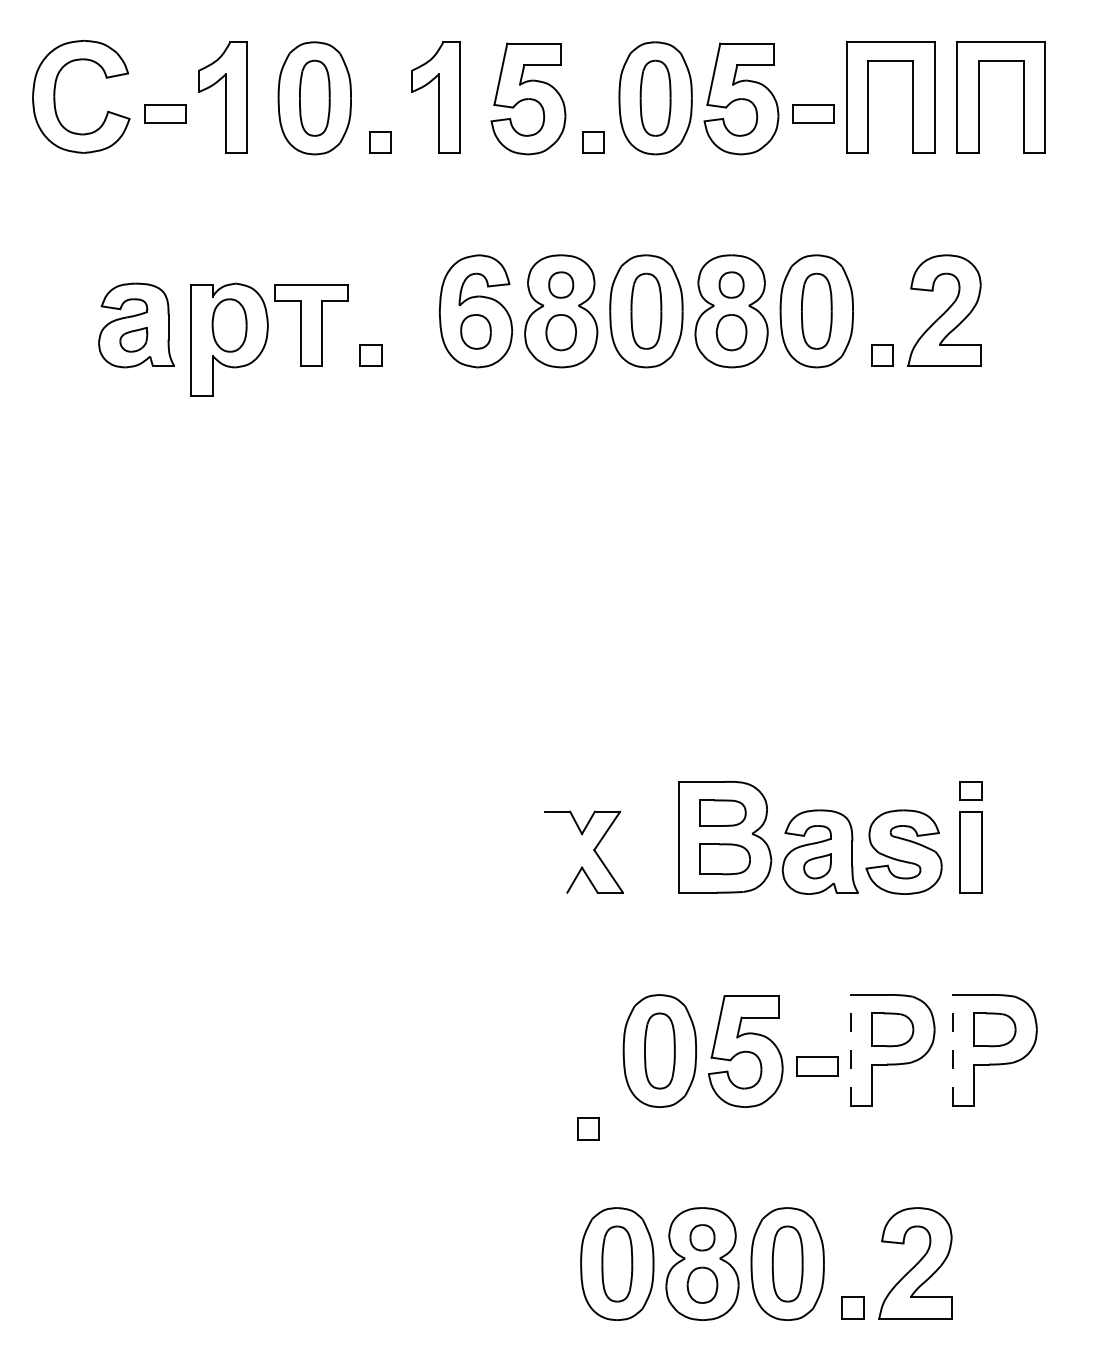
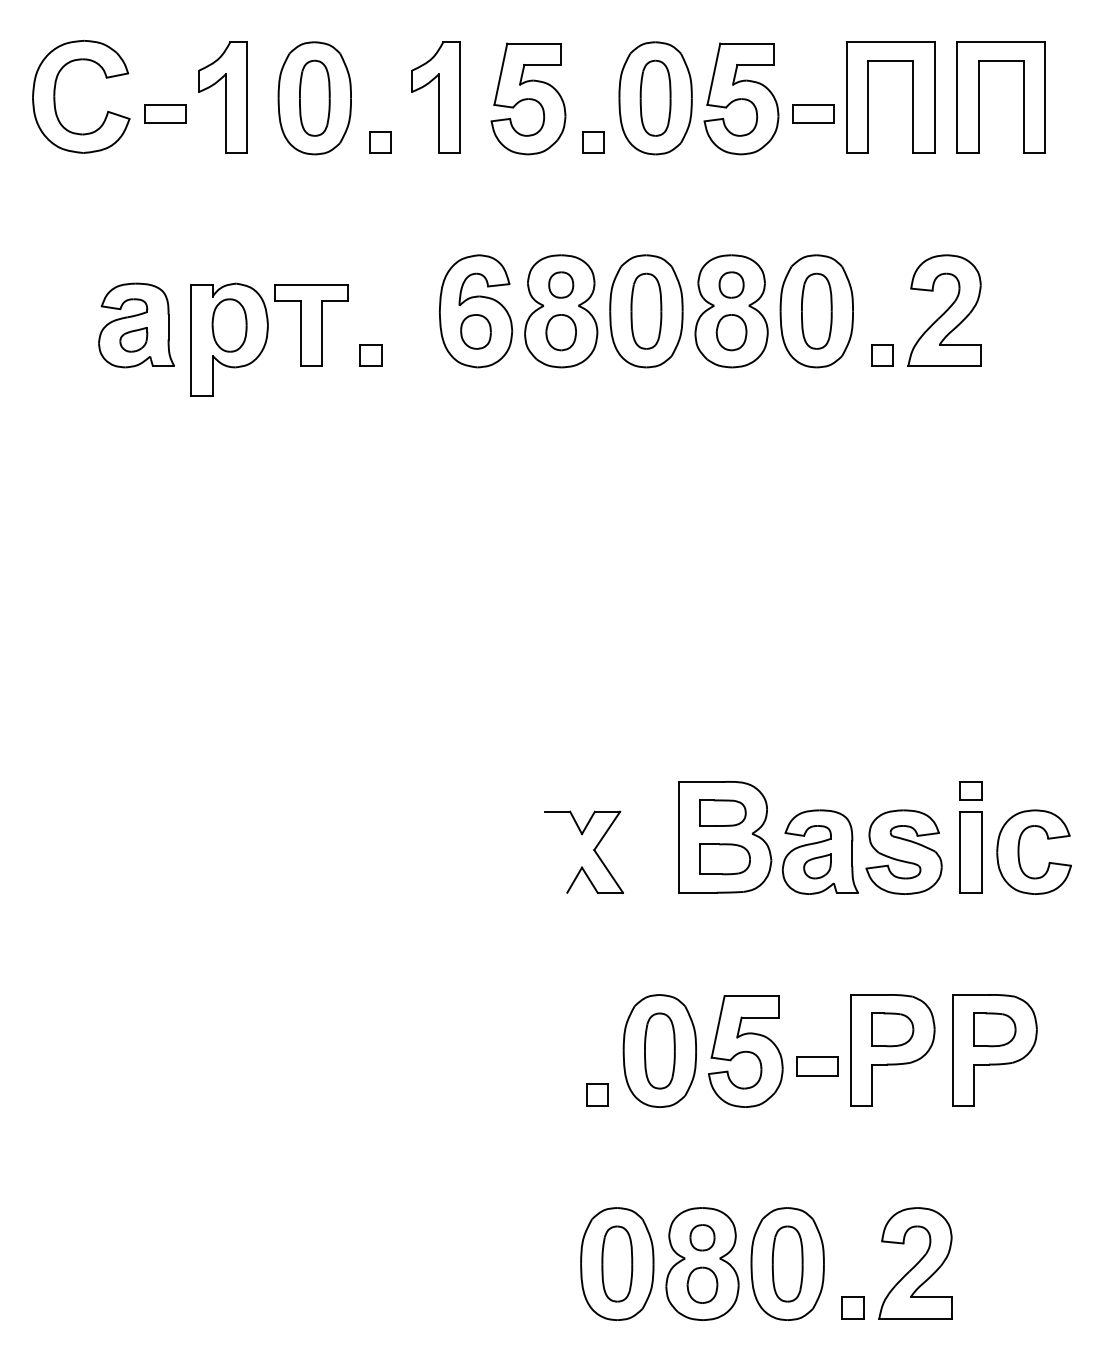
part at (1019, 851): none -> present
line at (850, 1049): dashed -> solid
line at (953, 1049): dashed -> solid
part at (588, 1128) position: (588, 1128) -> (597, 1094)
